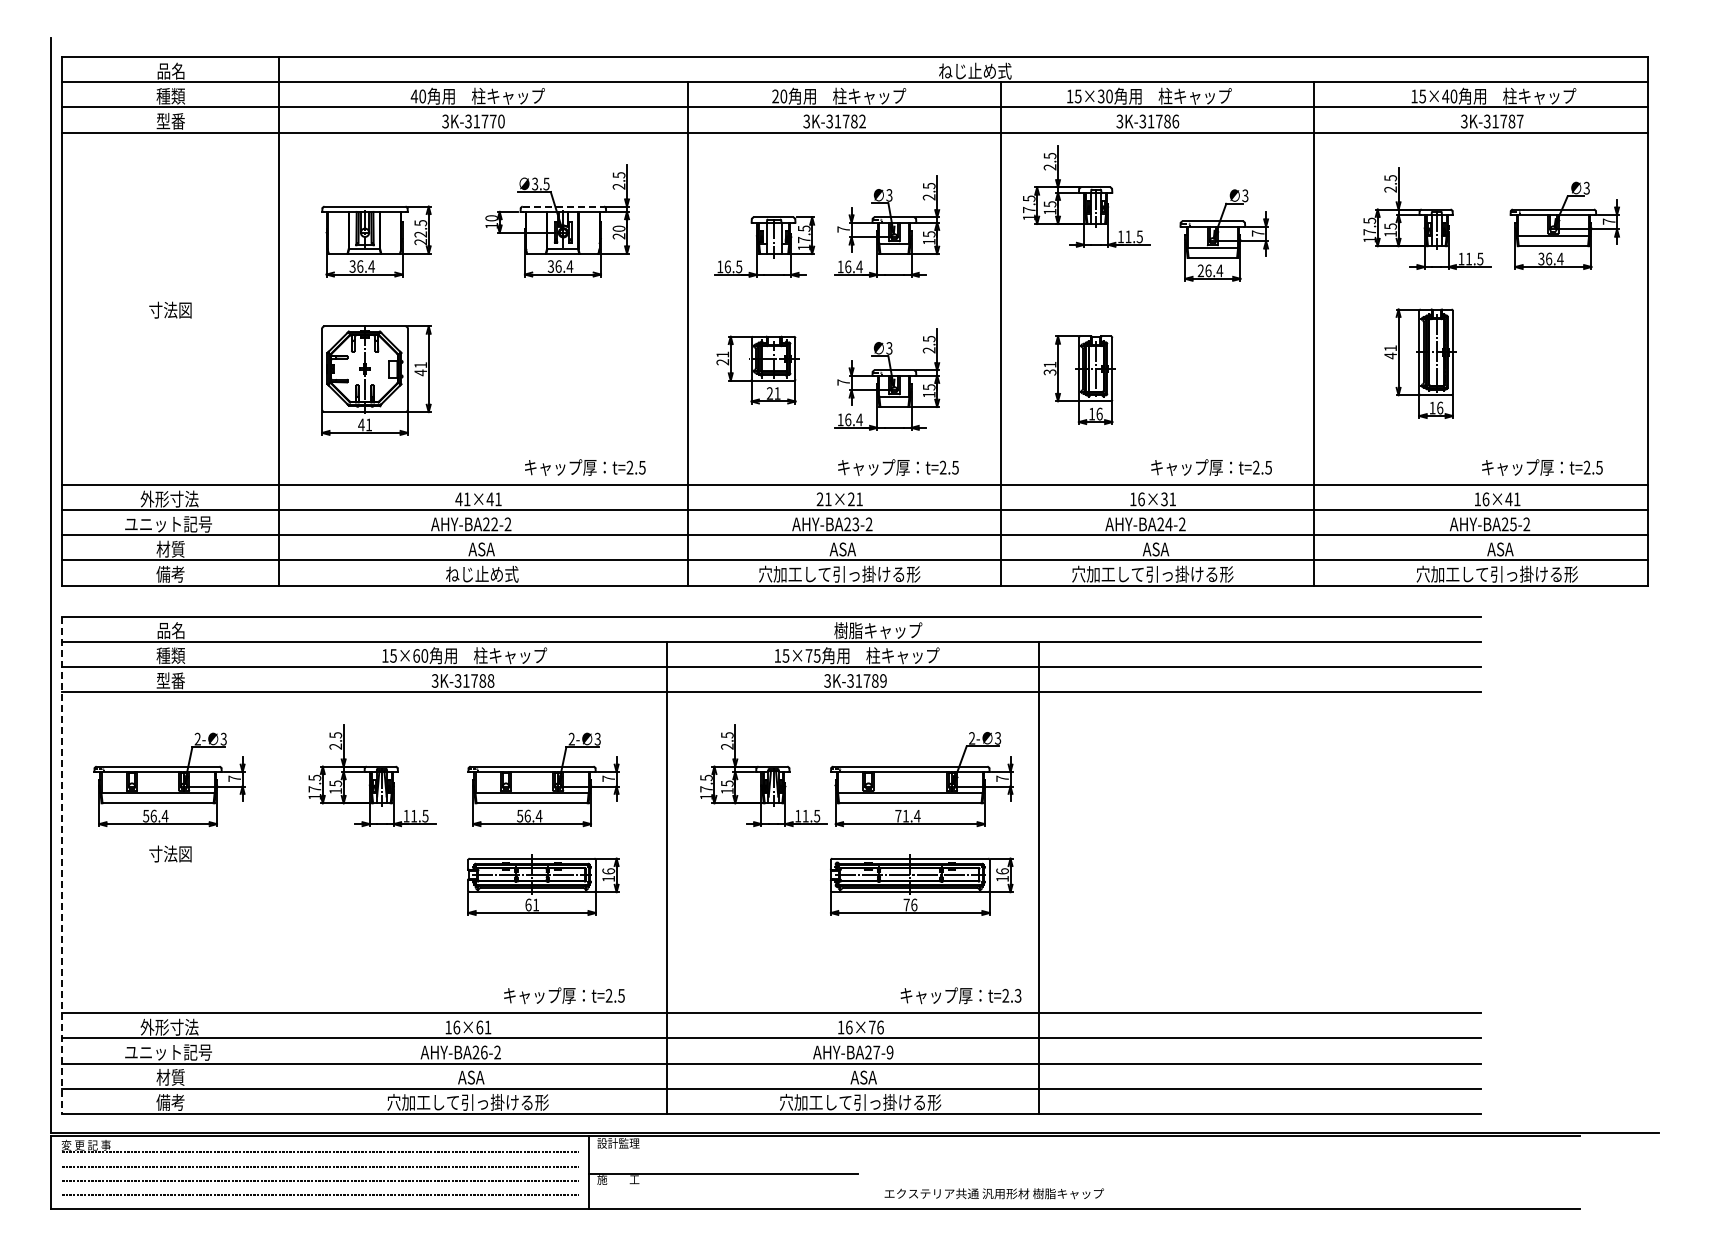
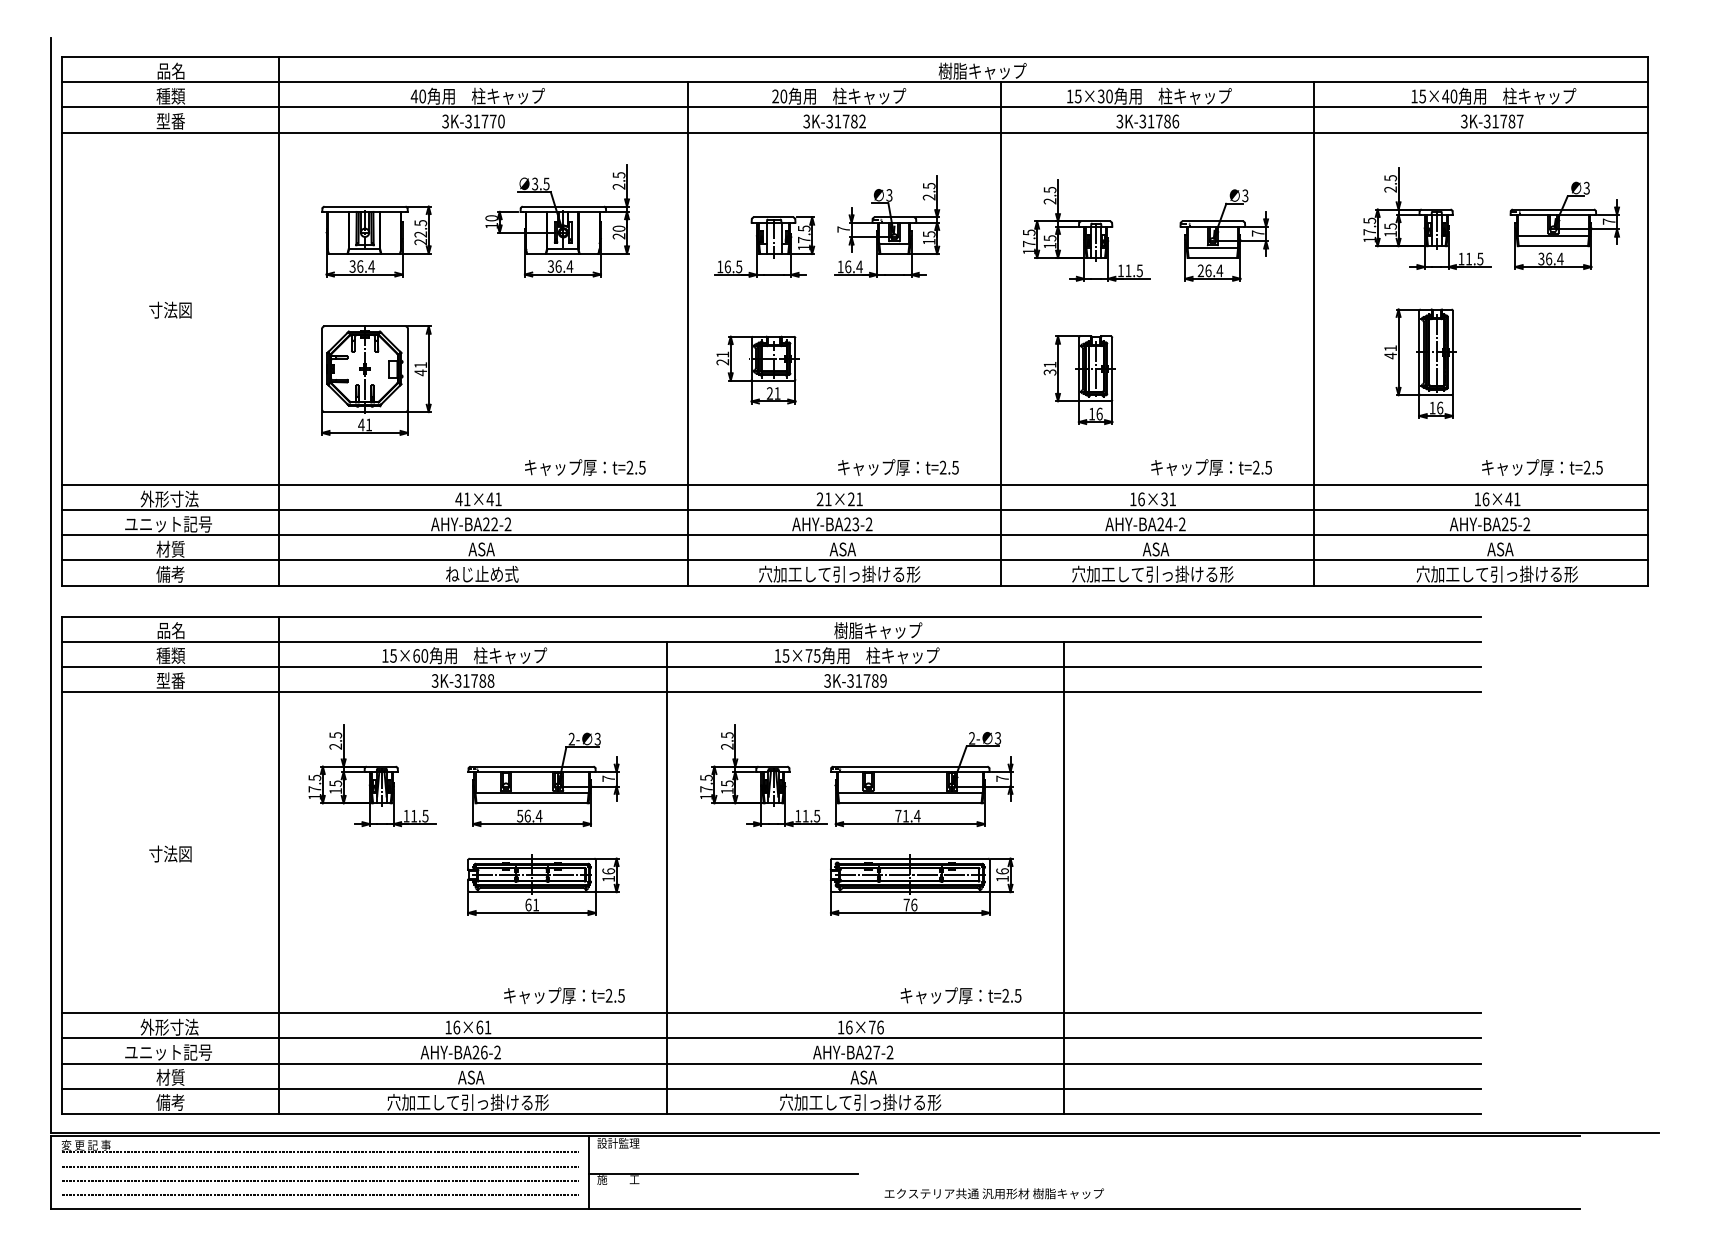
text at (982, 70): ねじ止め式 -> 樹脂キャップ
part at (1086, 196) position: (1086, 196) -> (1086, 230)
line at (563, 206): dashed -> solid
part at (887, 379): present -> none
part at (169, 779): present -> none
line at (278, 864): none -> present
line at (61, 865): dashed -> solid
line at (1038, 877) position: (1038, 877) -> (1063, 877)
text at (1018, 995): t=2.3 -> t=2.5
text at (889, 1052): AHY-BA27-9 -> AHY-BA27-2
